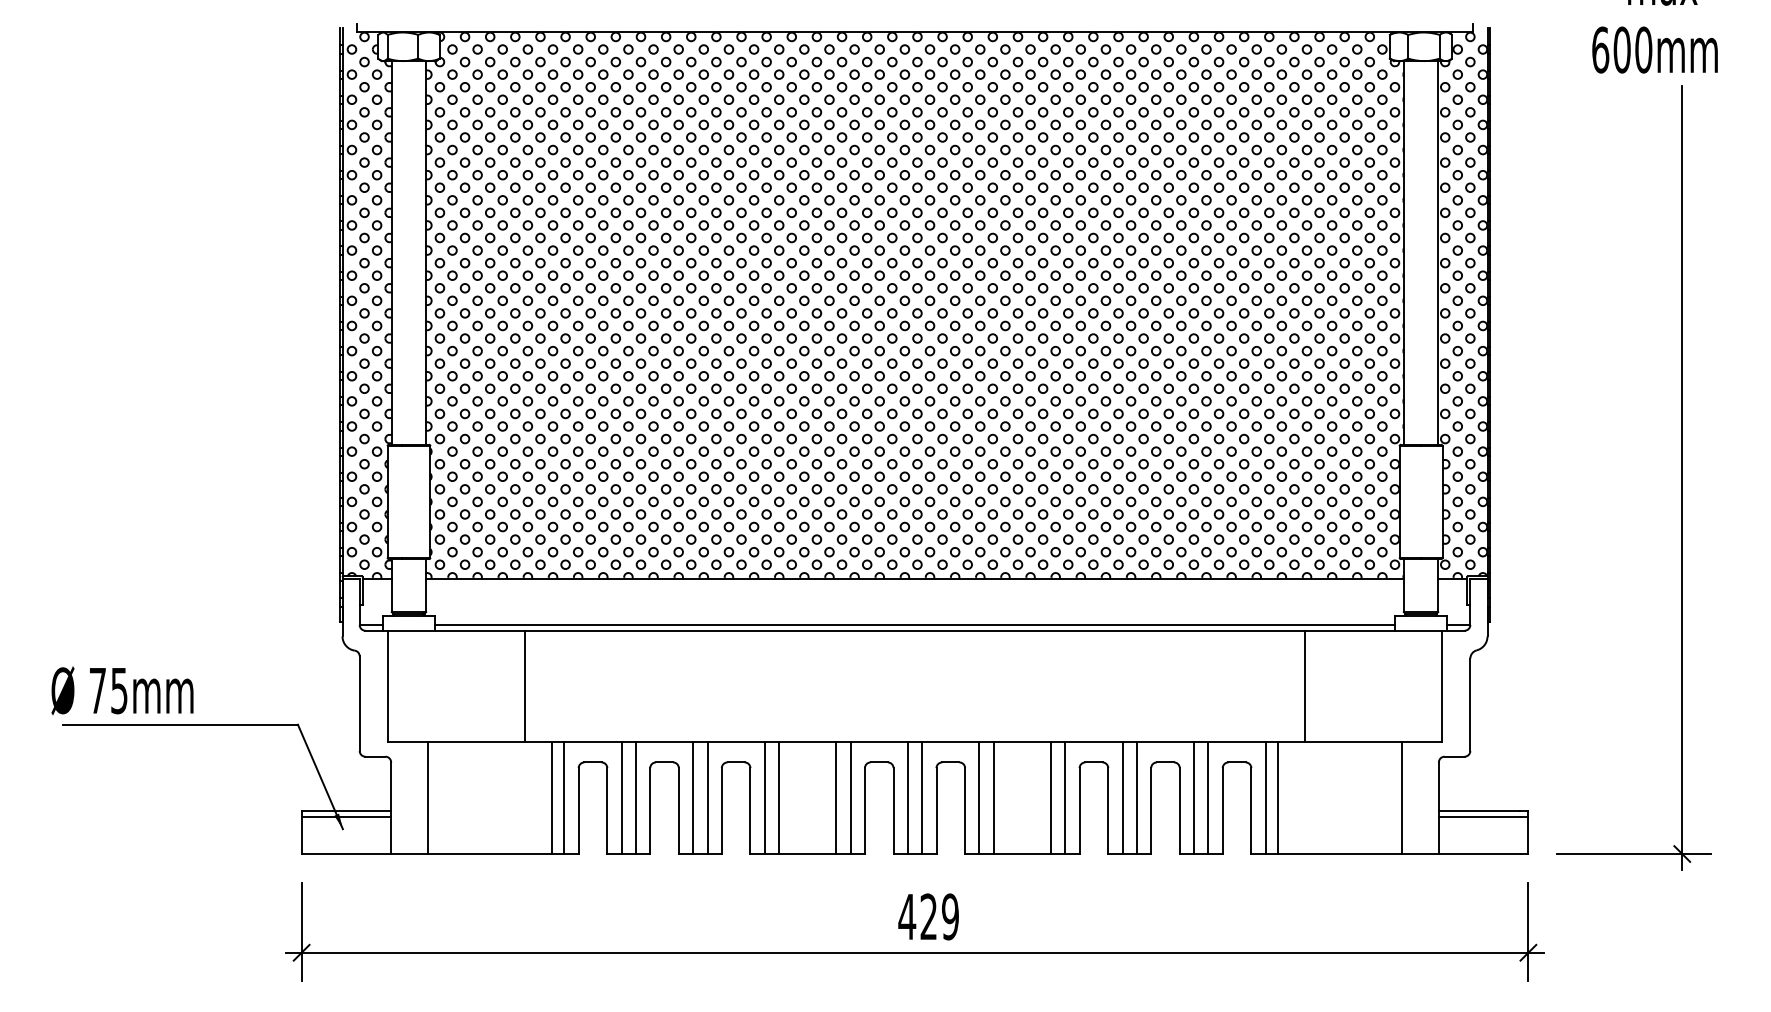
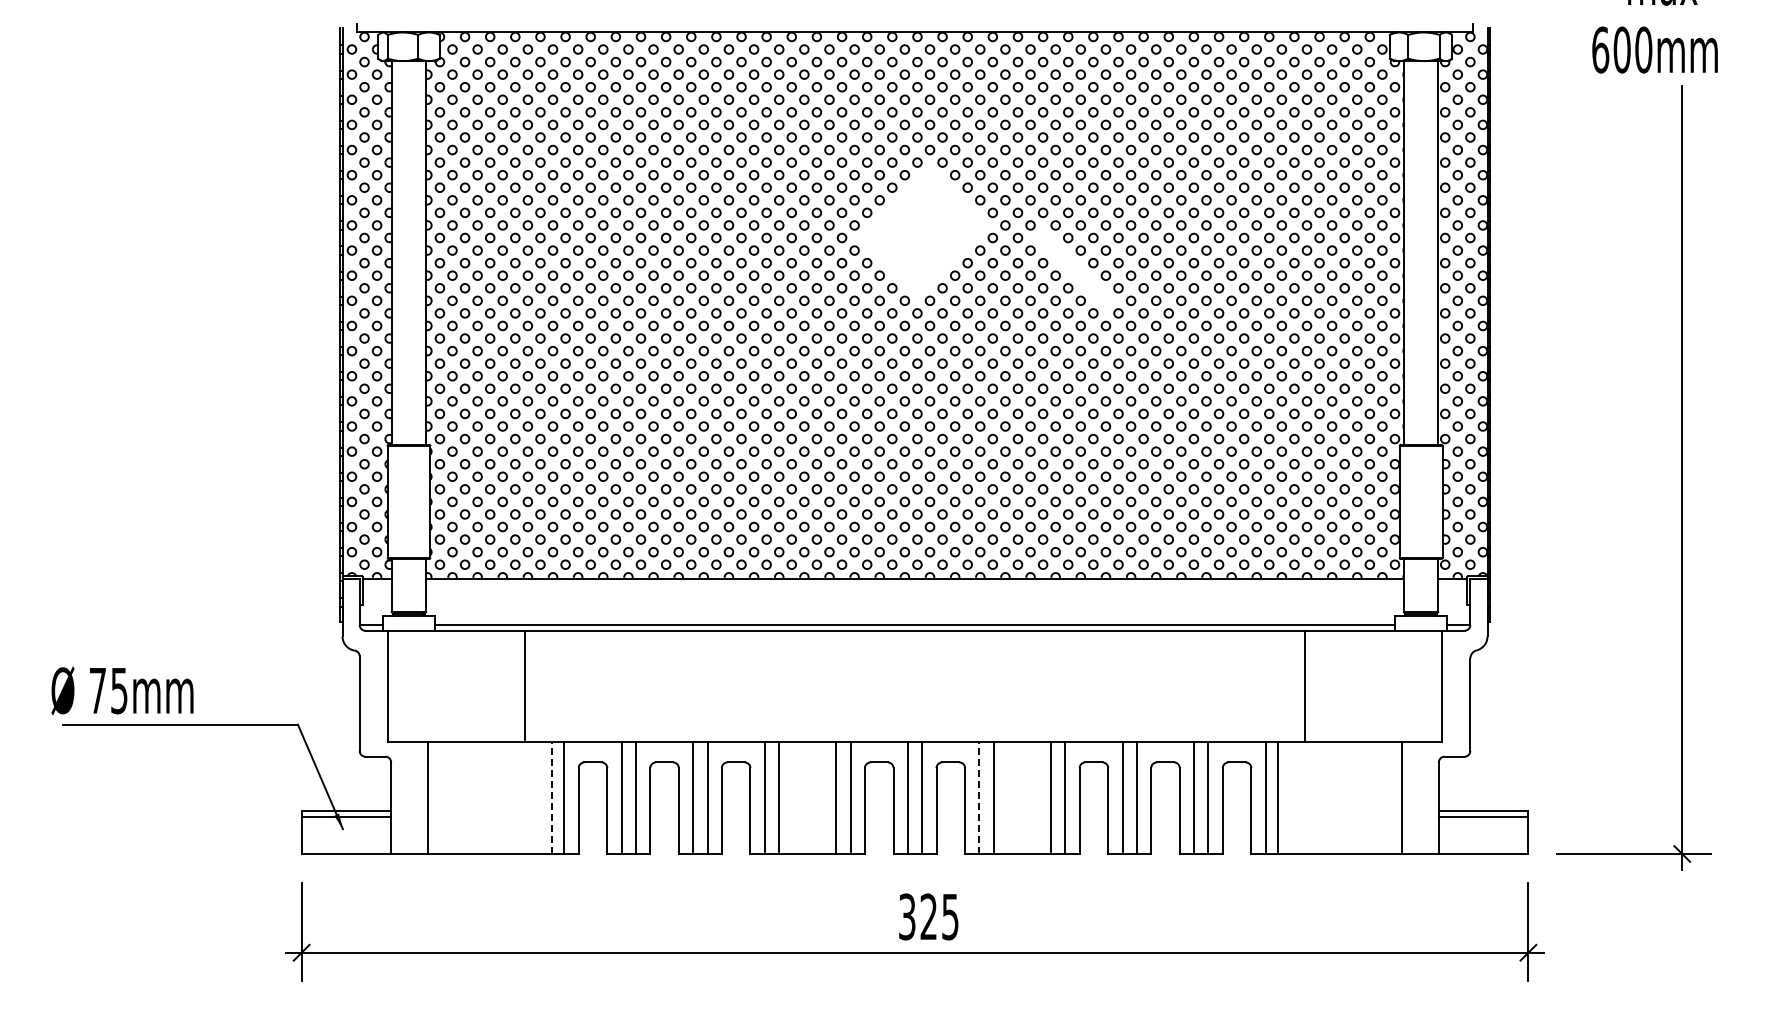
part at (923, 231): present -> none
part at (1074, 268): present -> none
line at (551, 798): solid -> dashed
line at (979, 798): solid -> dashed
text at (928, 916): 429 -> 325
